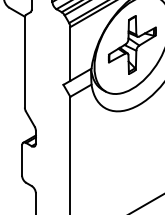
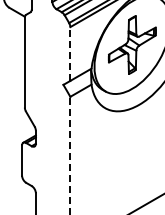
line at (70, 54): solid -> dashed
line at (70, 155): solid -> dashed
